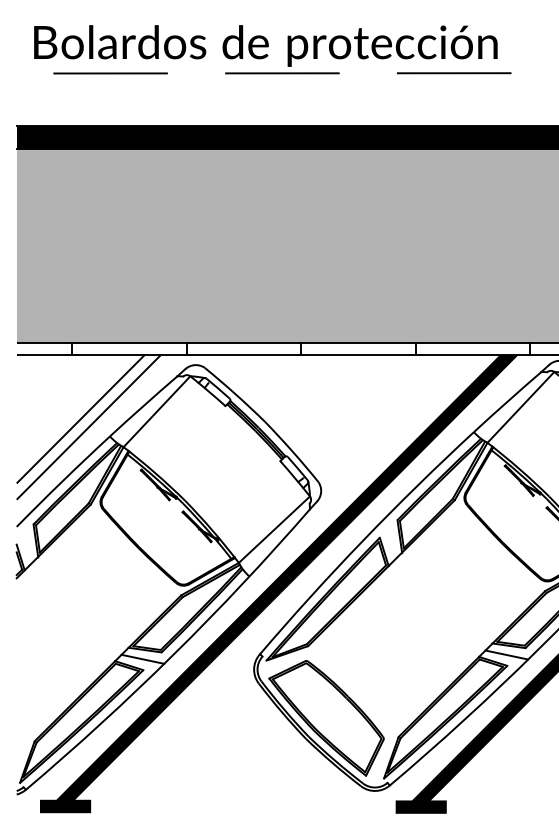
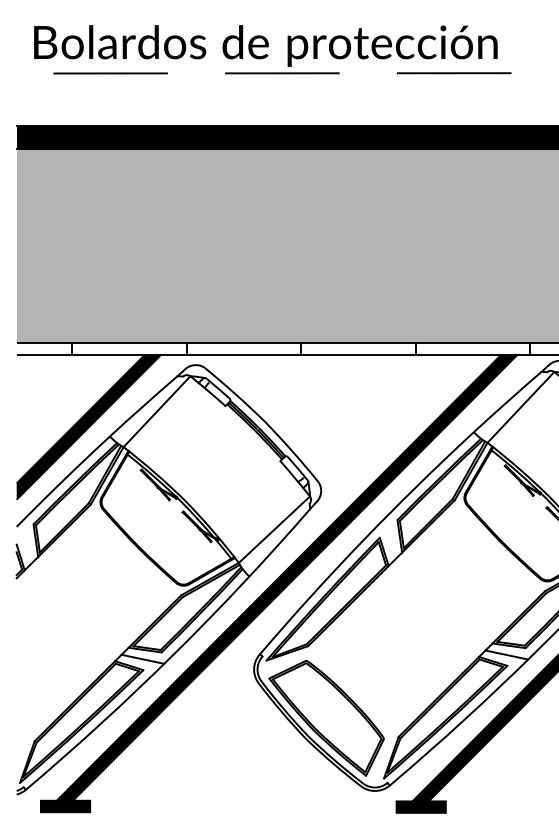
fill at (88, 426): none -> present
